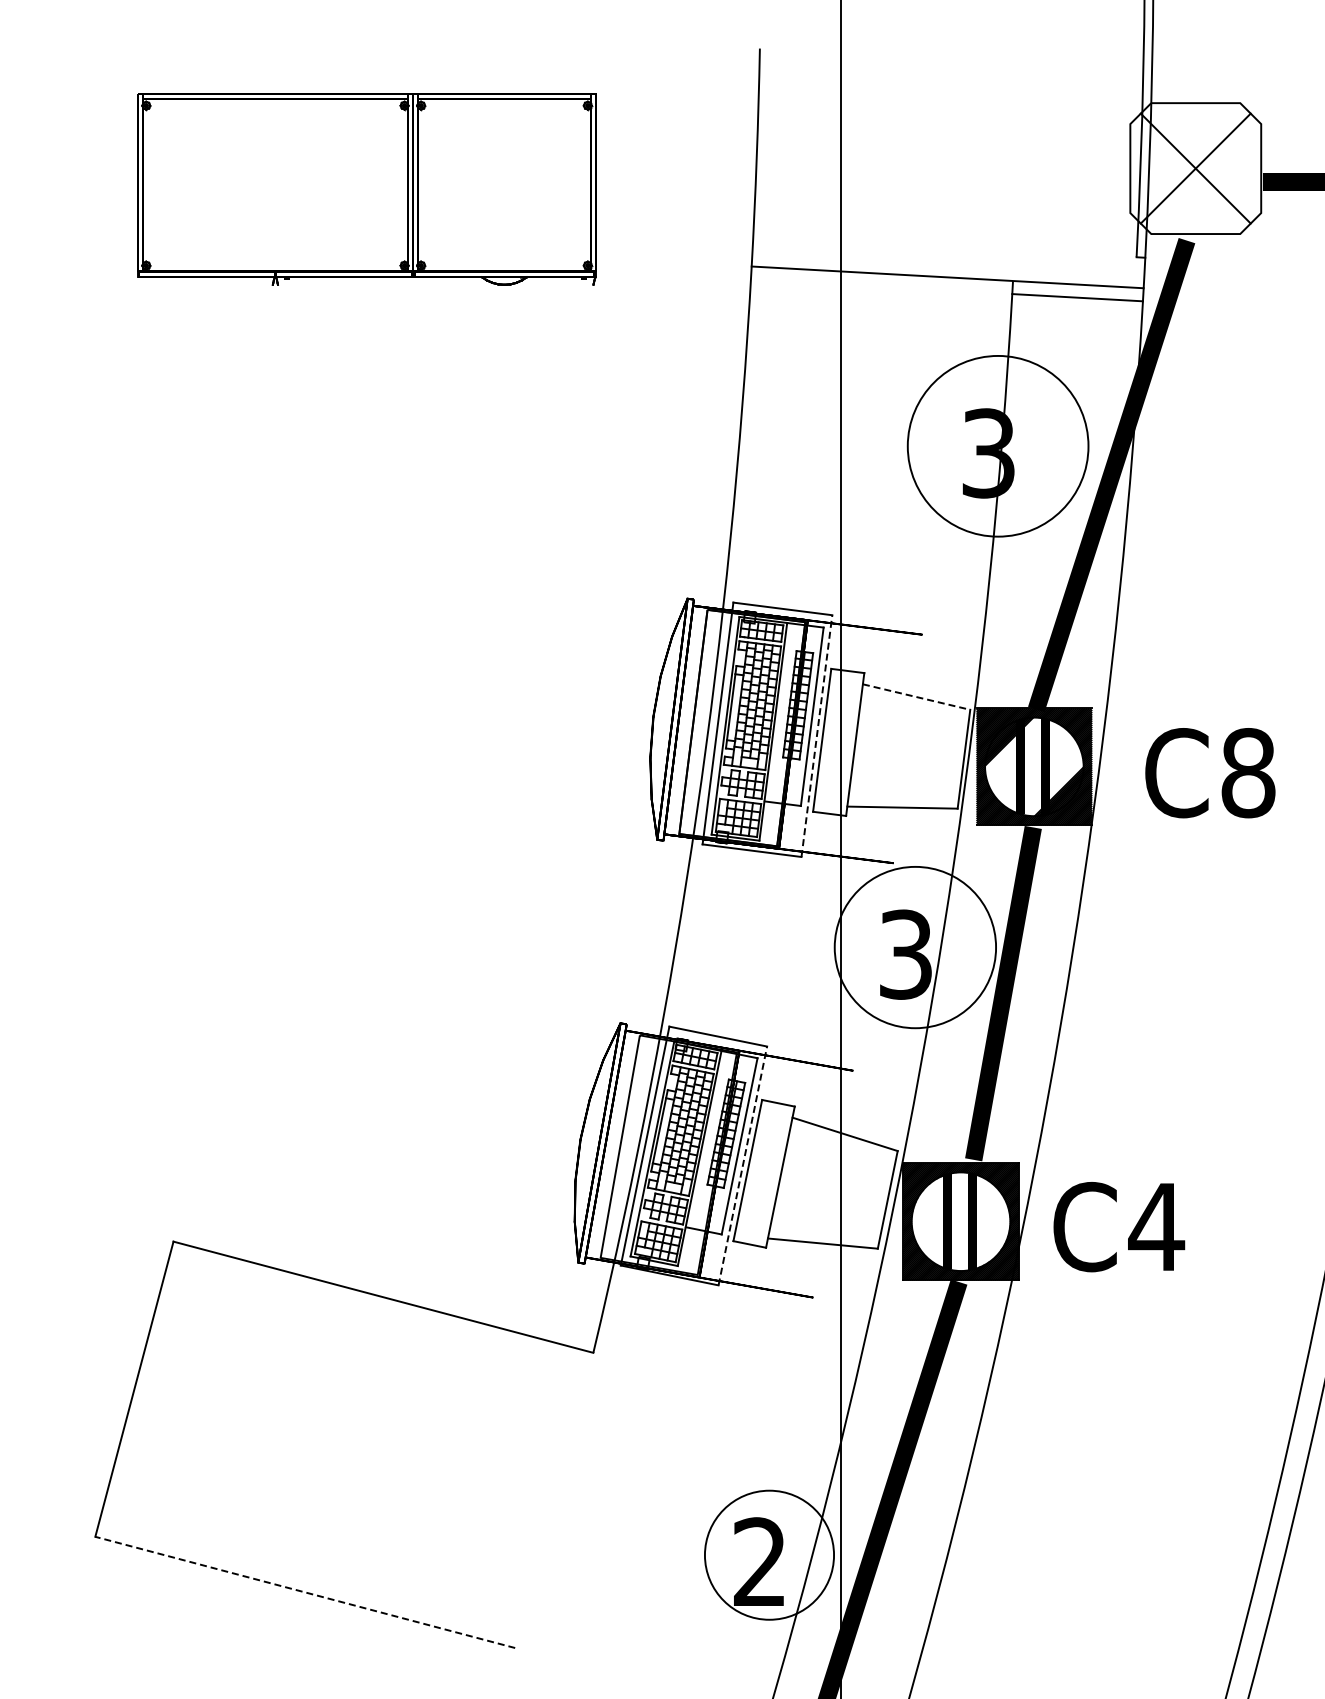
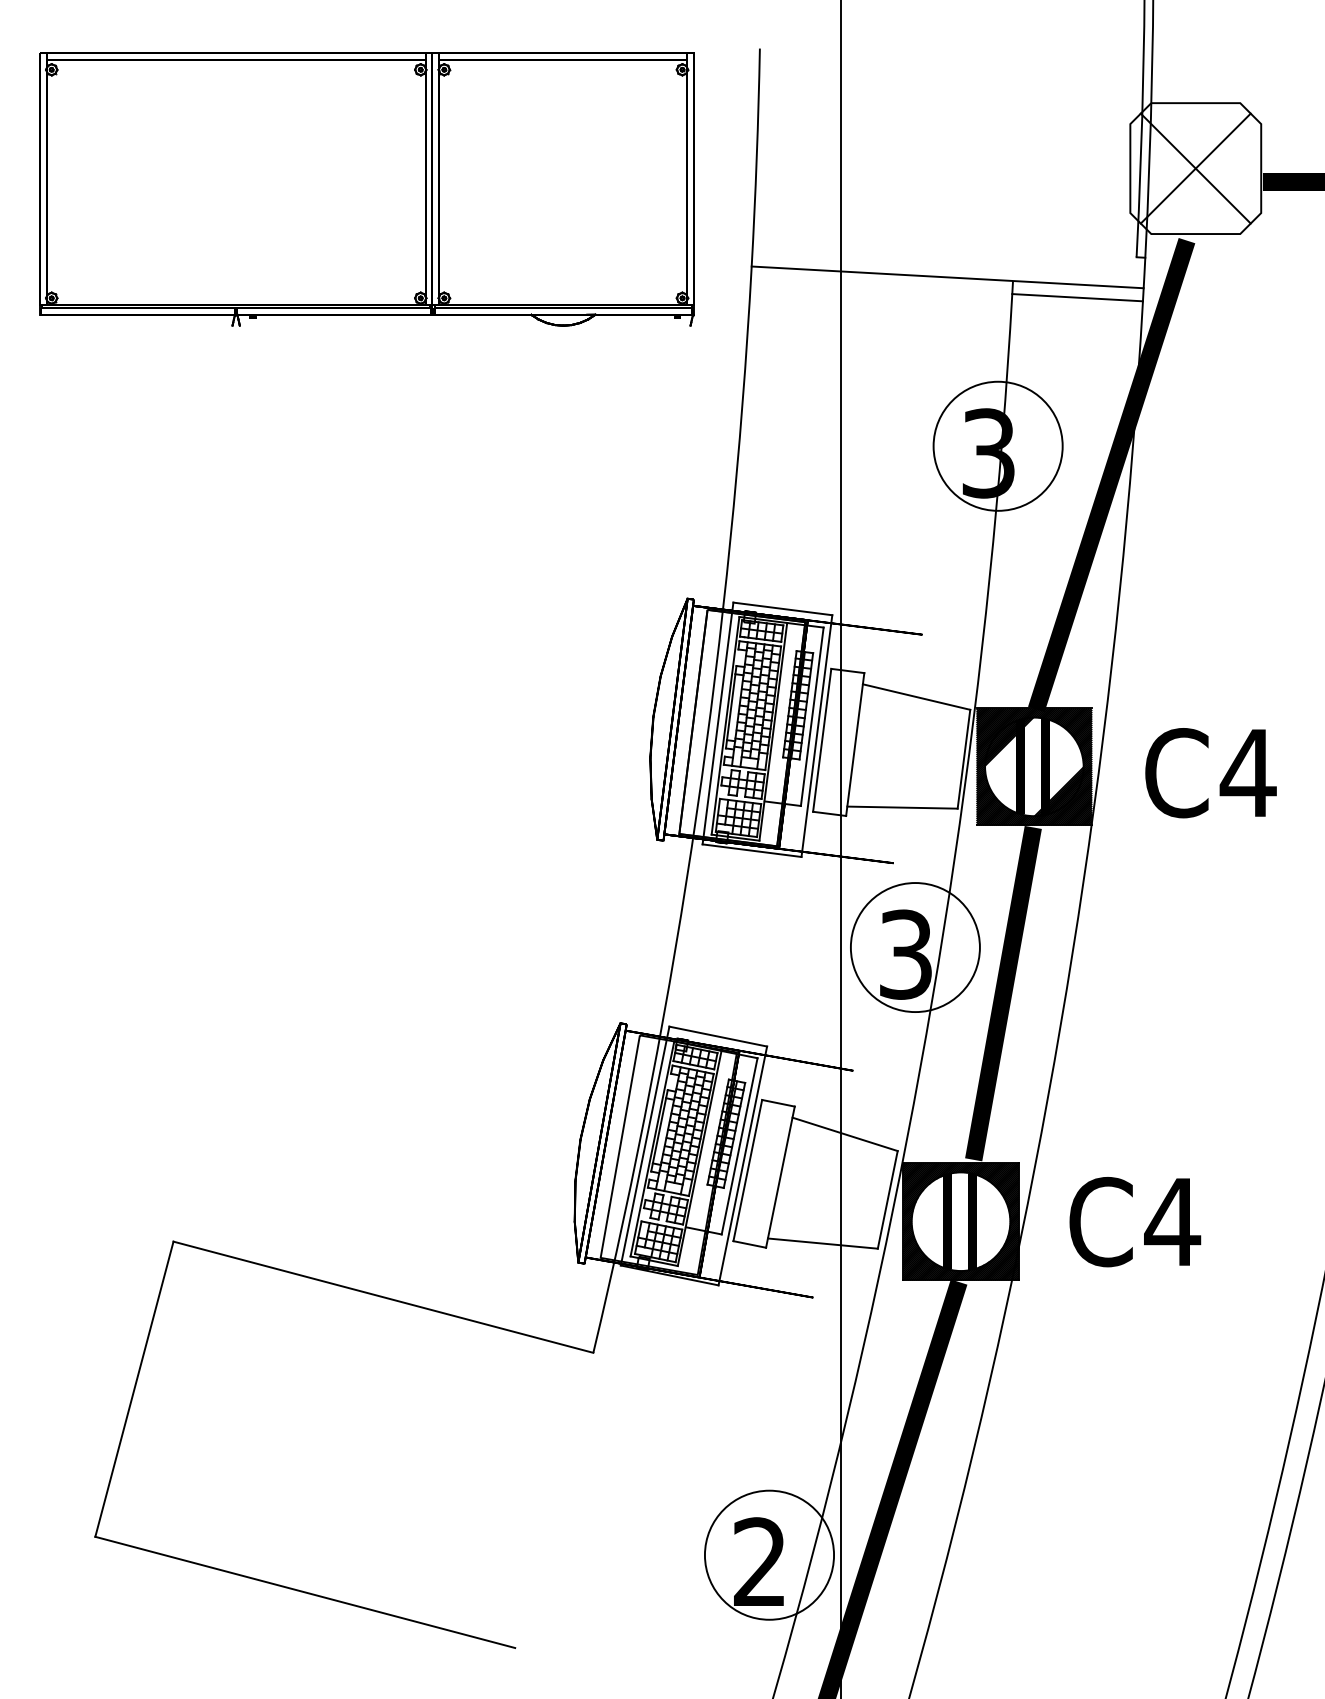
part at (366, 189) size: 460x193 px -> 656x275 px
circle at (997, 445) diameter: 181 px -> 129 px
line at (917, 697): dashed -> solid
line at (816, 736): dashed -> solid
text at (1247, 773): C8 -> C4
circle at (915, 947) diameter: 161 px -> 129 px
line at (742, 1165): dashed -> solid
text at (1119, 1227) position: (1119, 1227) -> (1135, 1222)
line at (304, 1592): dashed -> solid
